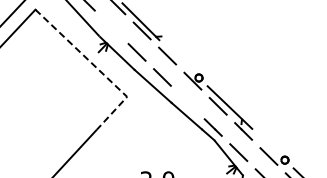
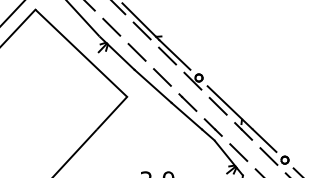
line at (111, 26): none -> present
line at (174, 54): none -> present
line at (98, 69): dashed -> solid
line at (187, 102): none -> present
line at (264, 140): none -> present
